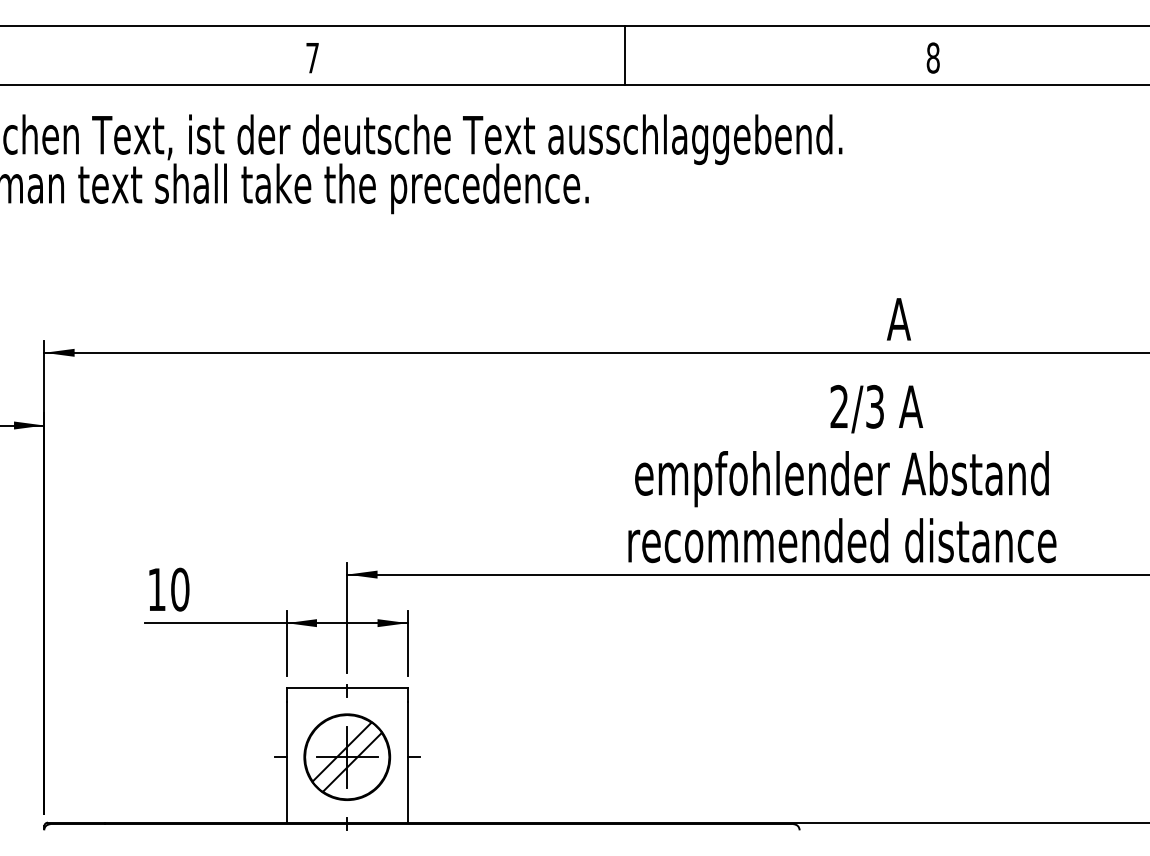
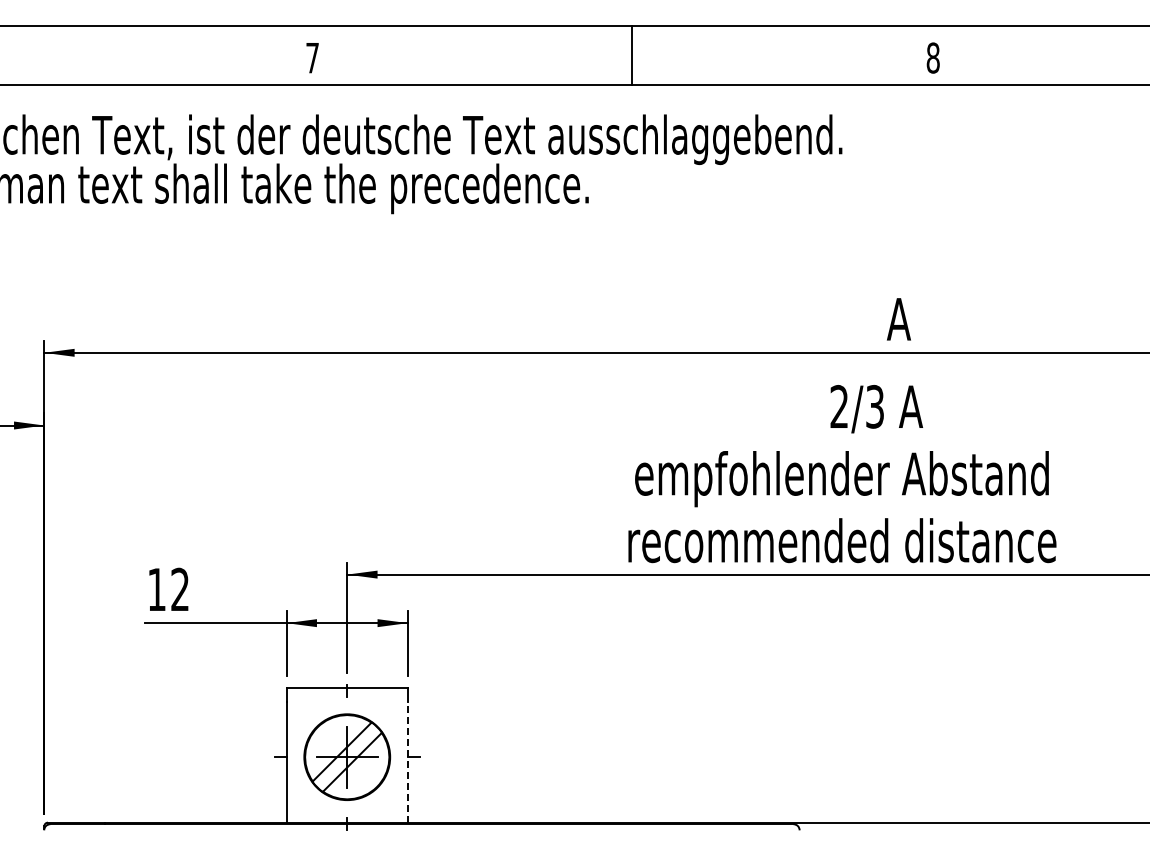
line at (624, 55) position: (624, 55) -> (631, 55)
text at (180, 589): 10 -> 12
line at (407, 761): solid -> dashed
